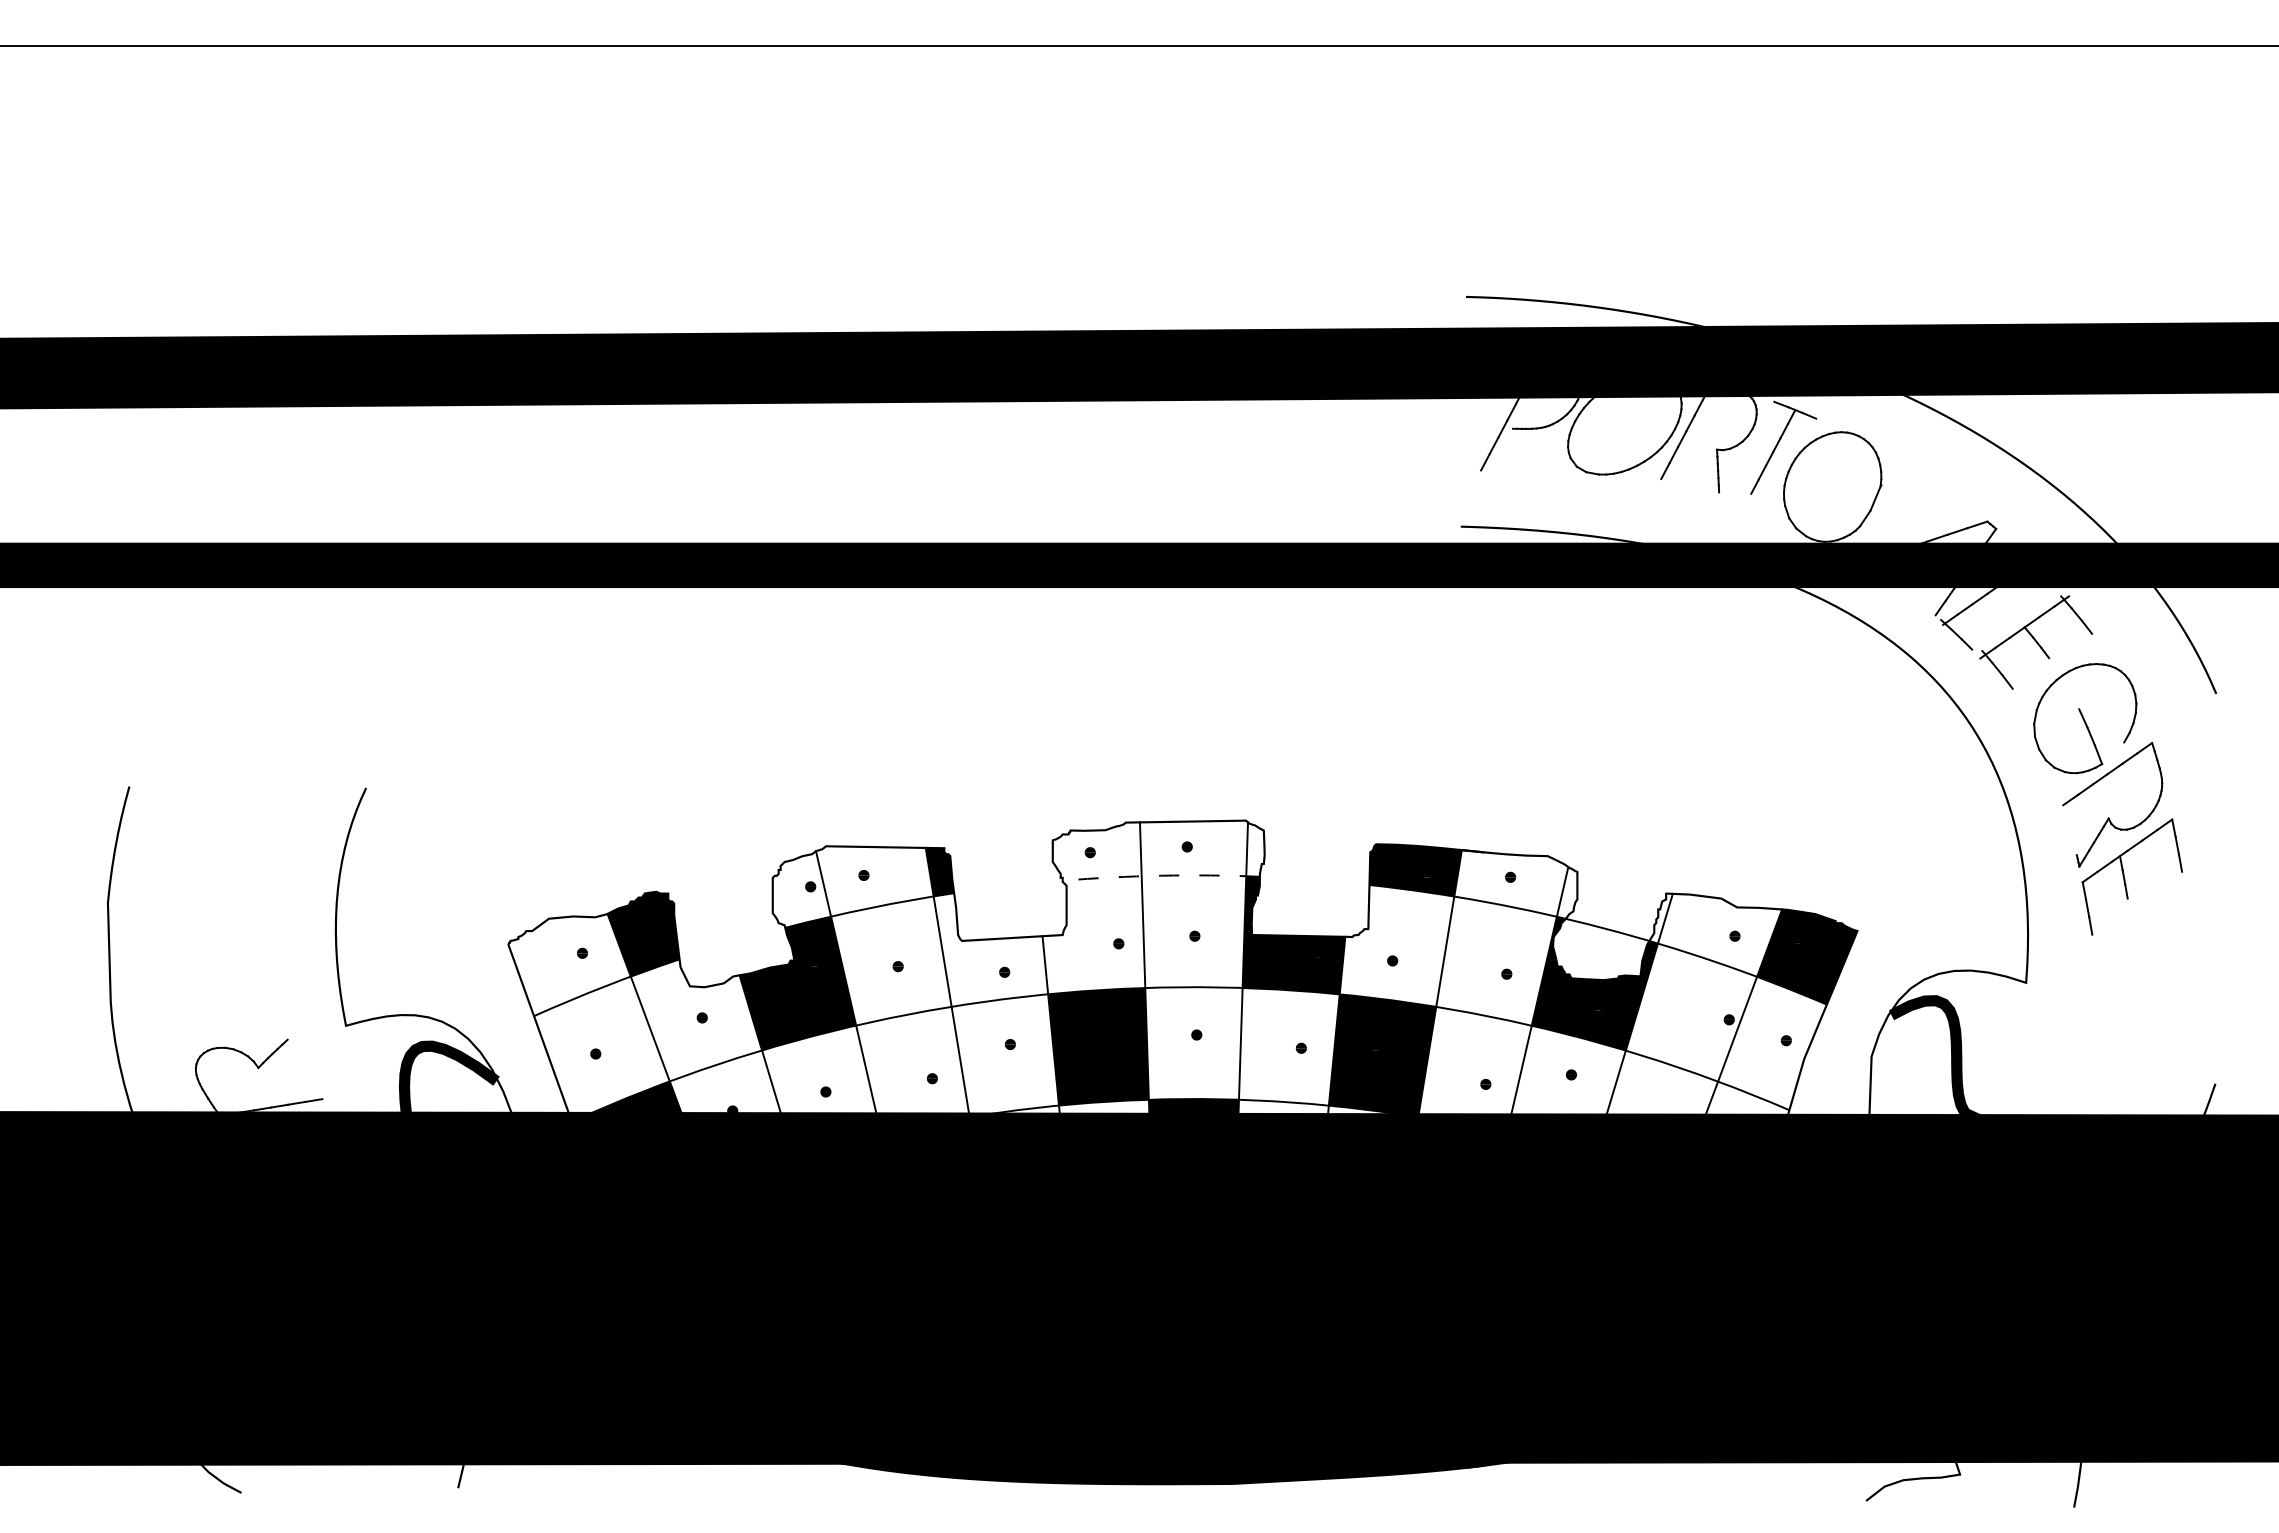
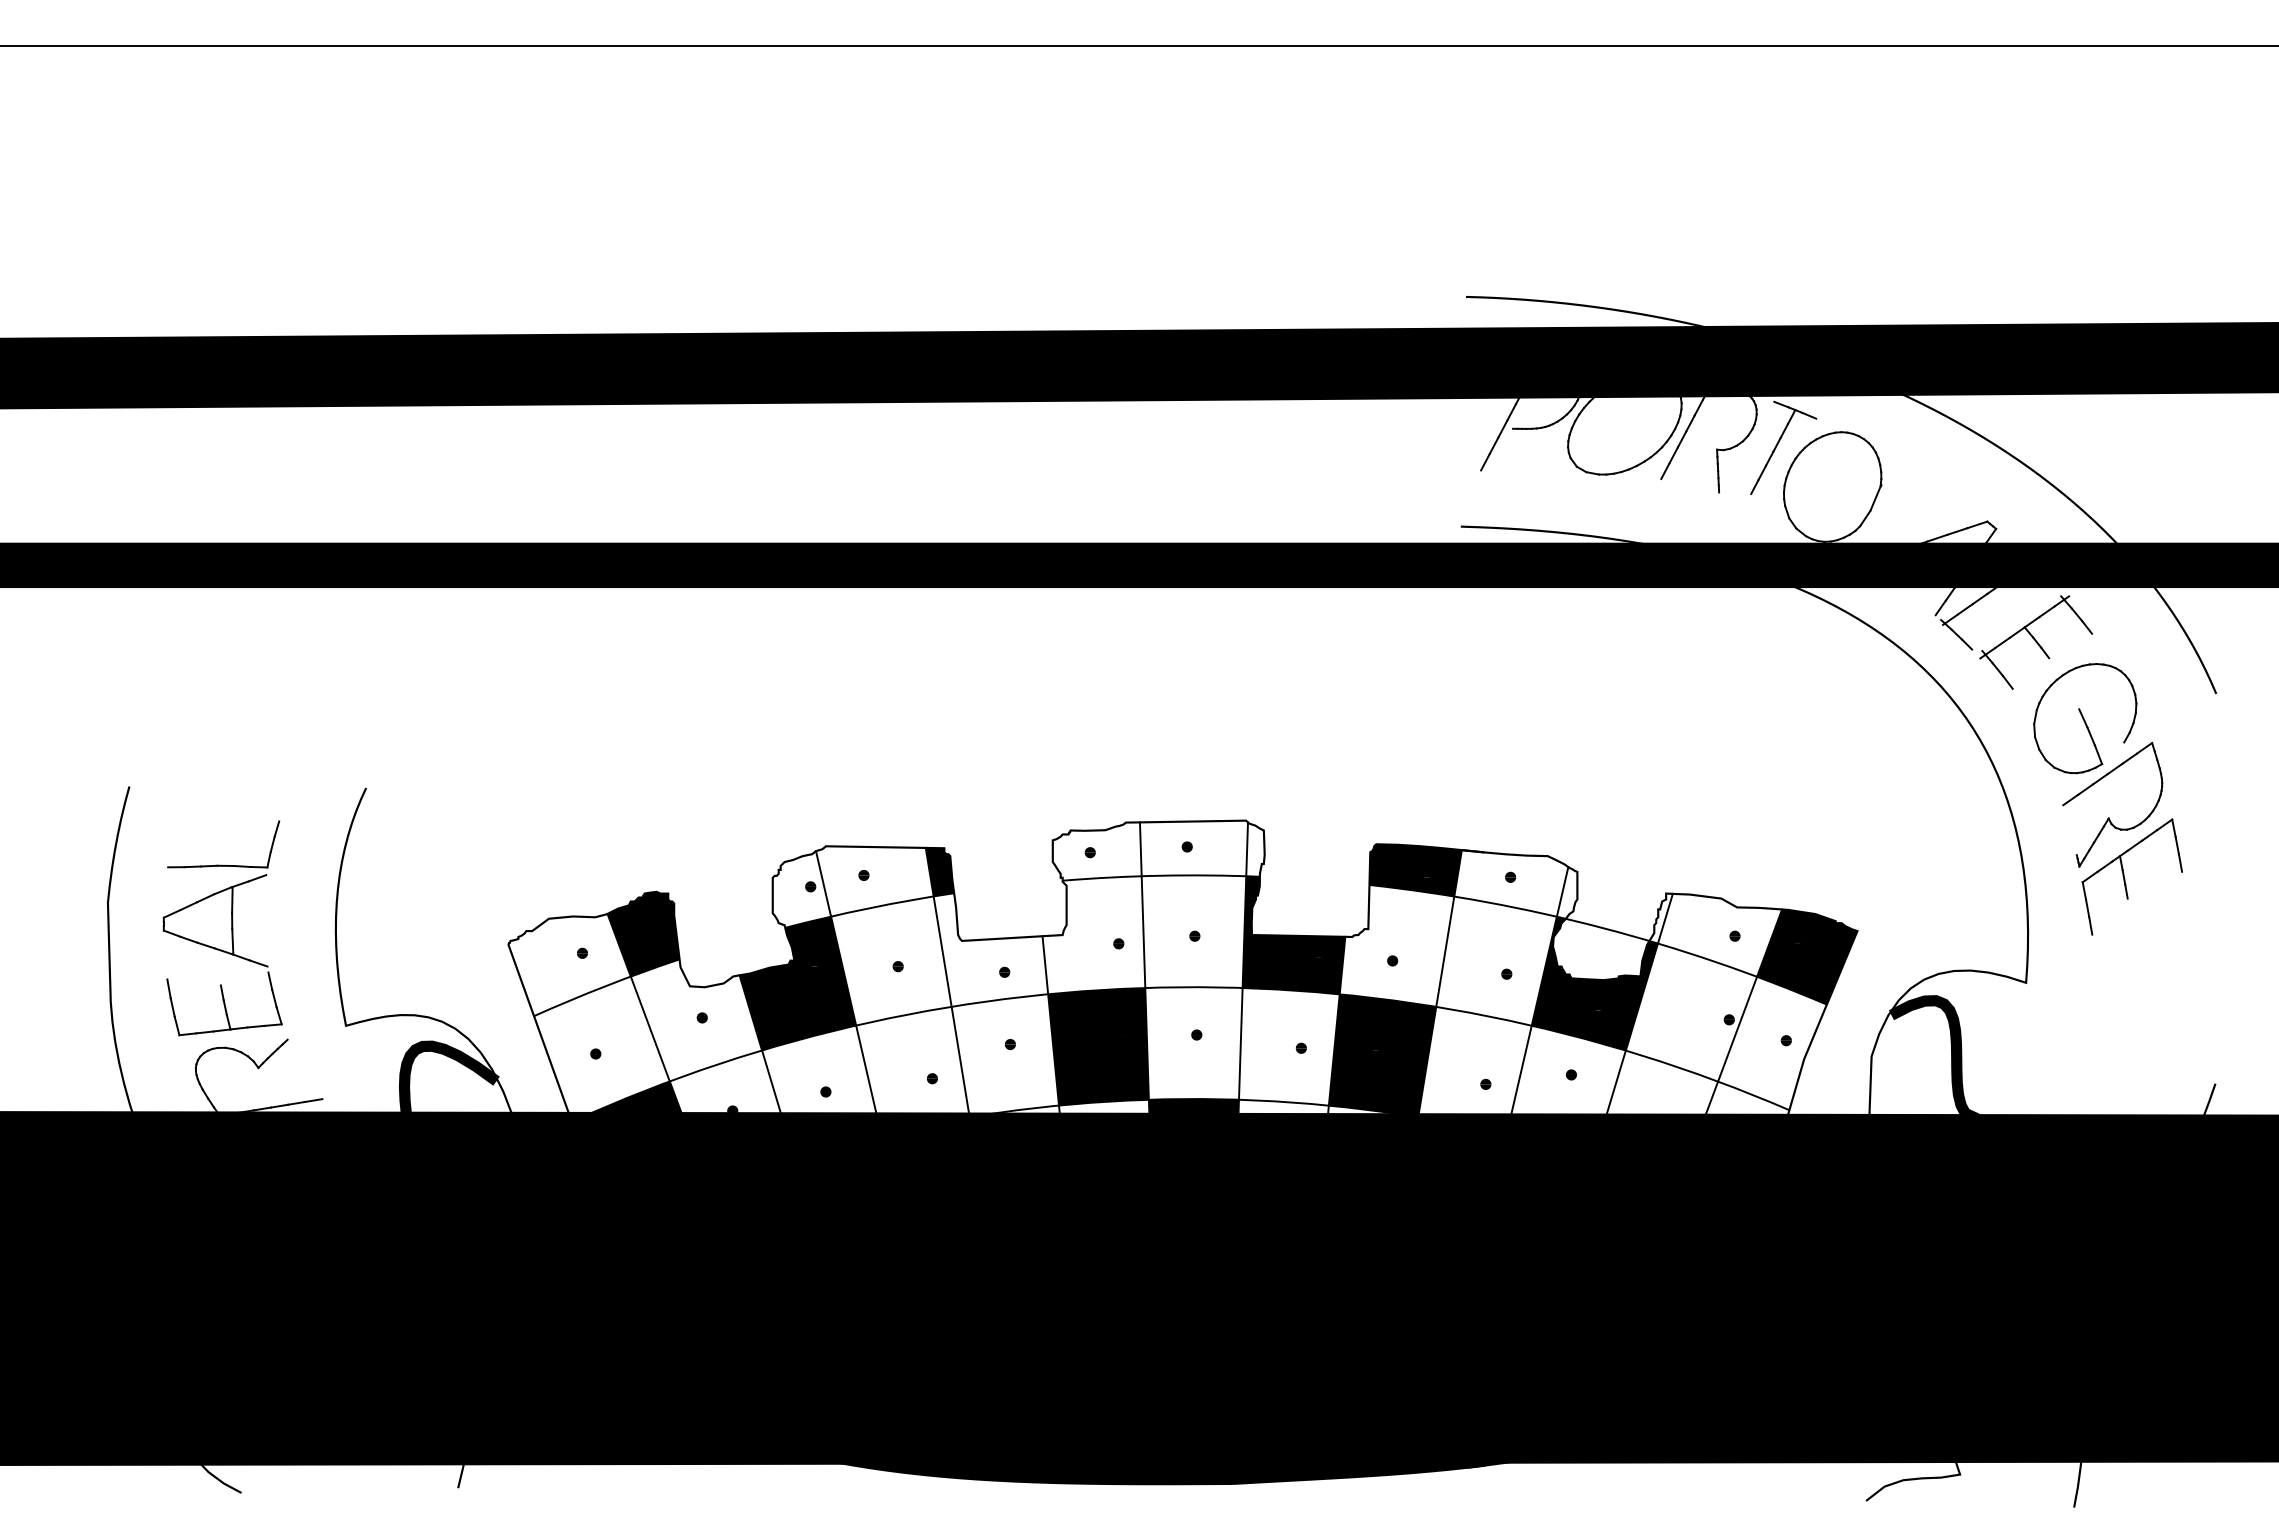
arc at (1161, 875): dashed -> solid
part at (222, 928): none -> present
